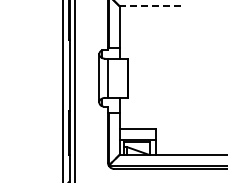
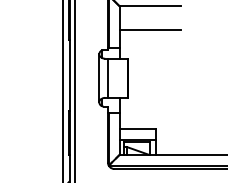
line at (149, 6): dashed -> solid
line at (149, 30): none -> present
